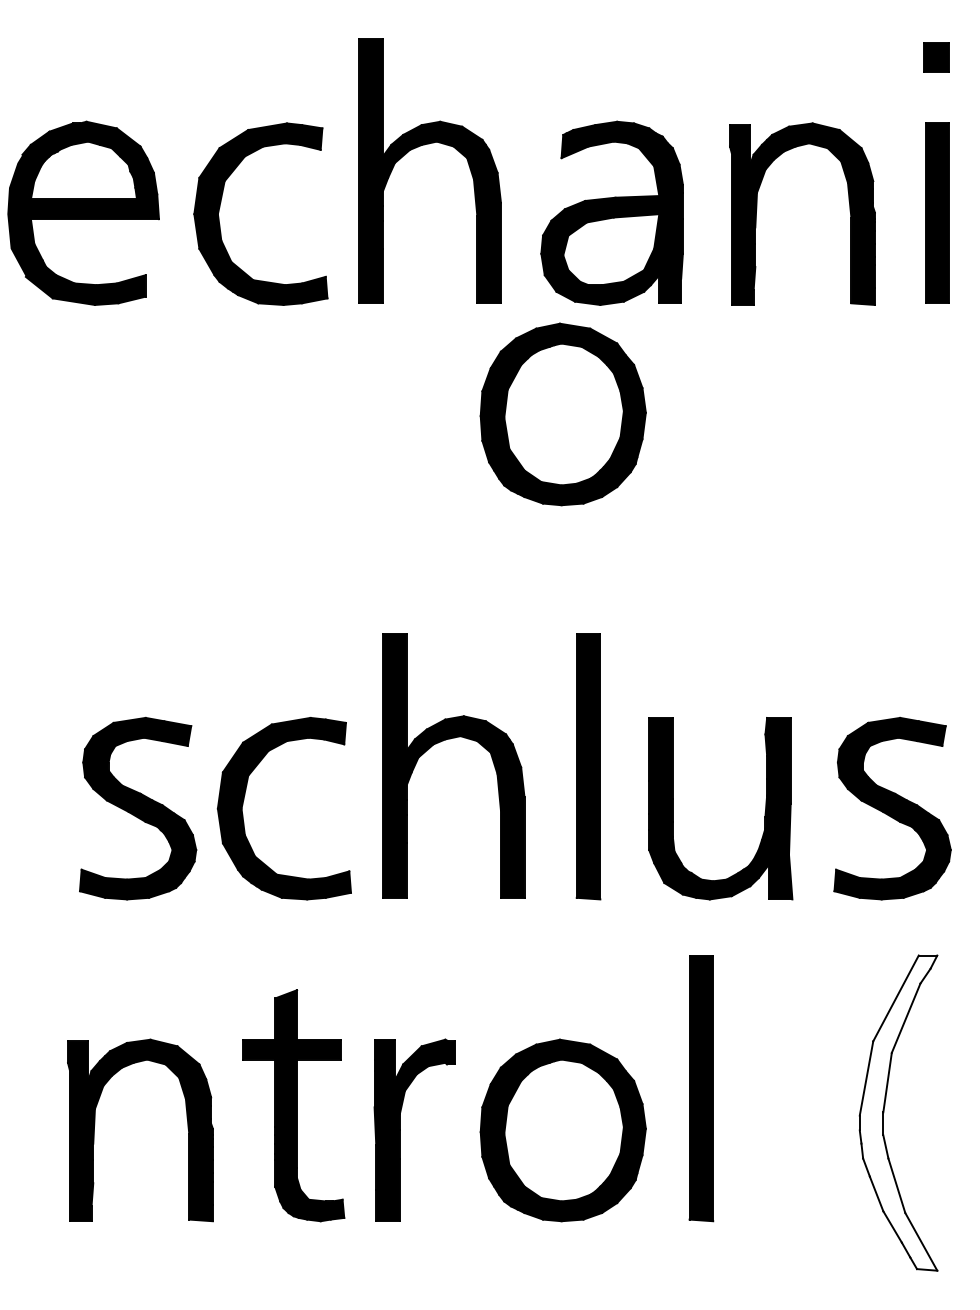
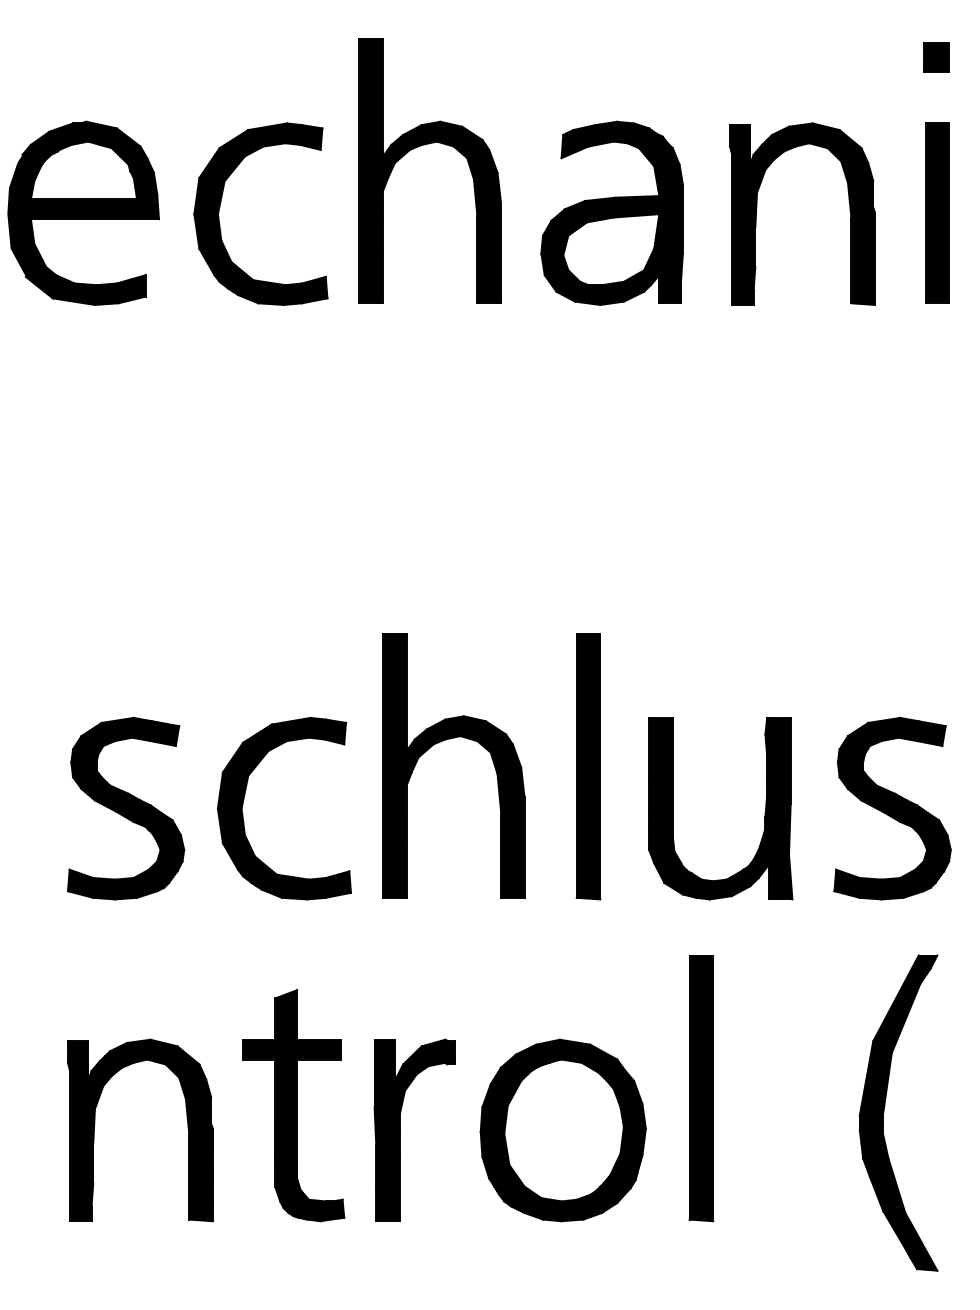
part at (562, 414): present -> none
part at (138, 808) position: (138, 808) -> (126, 808)
fill at (898, 1112): none -> present
